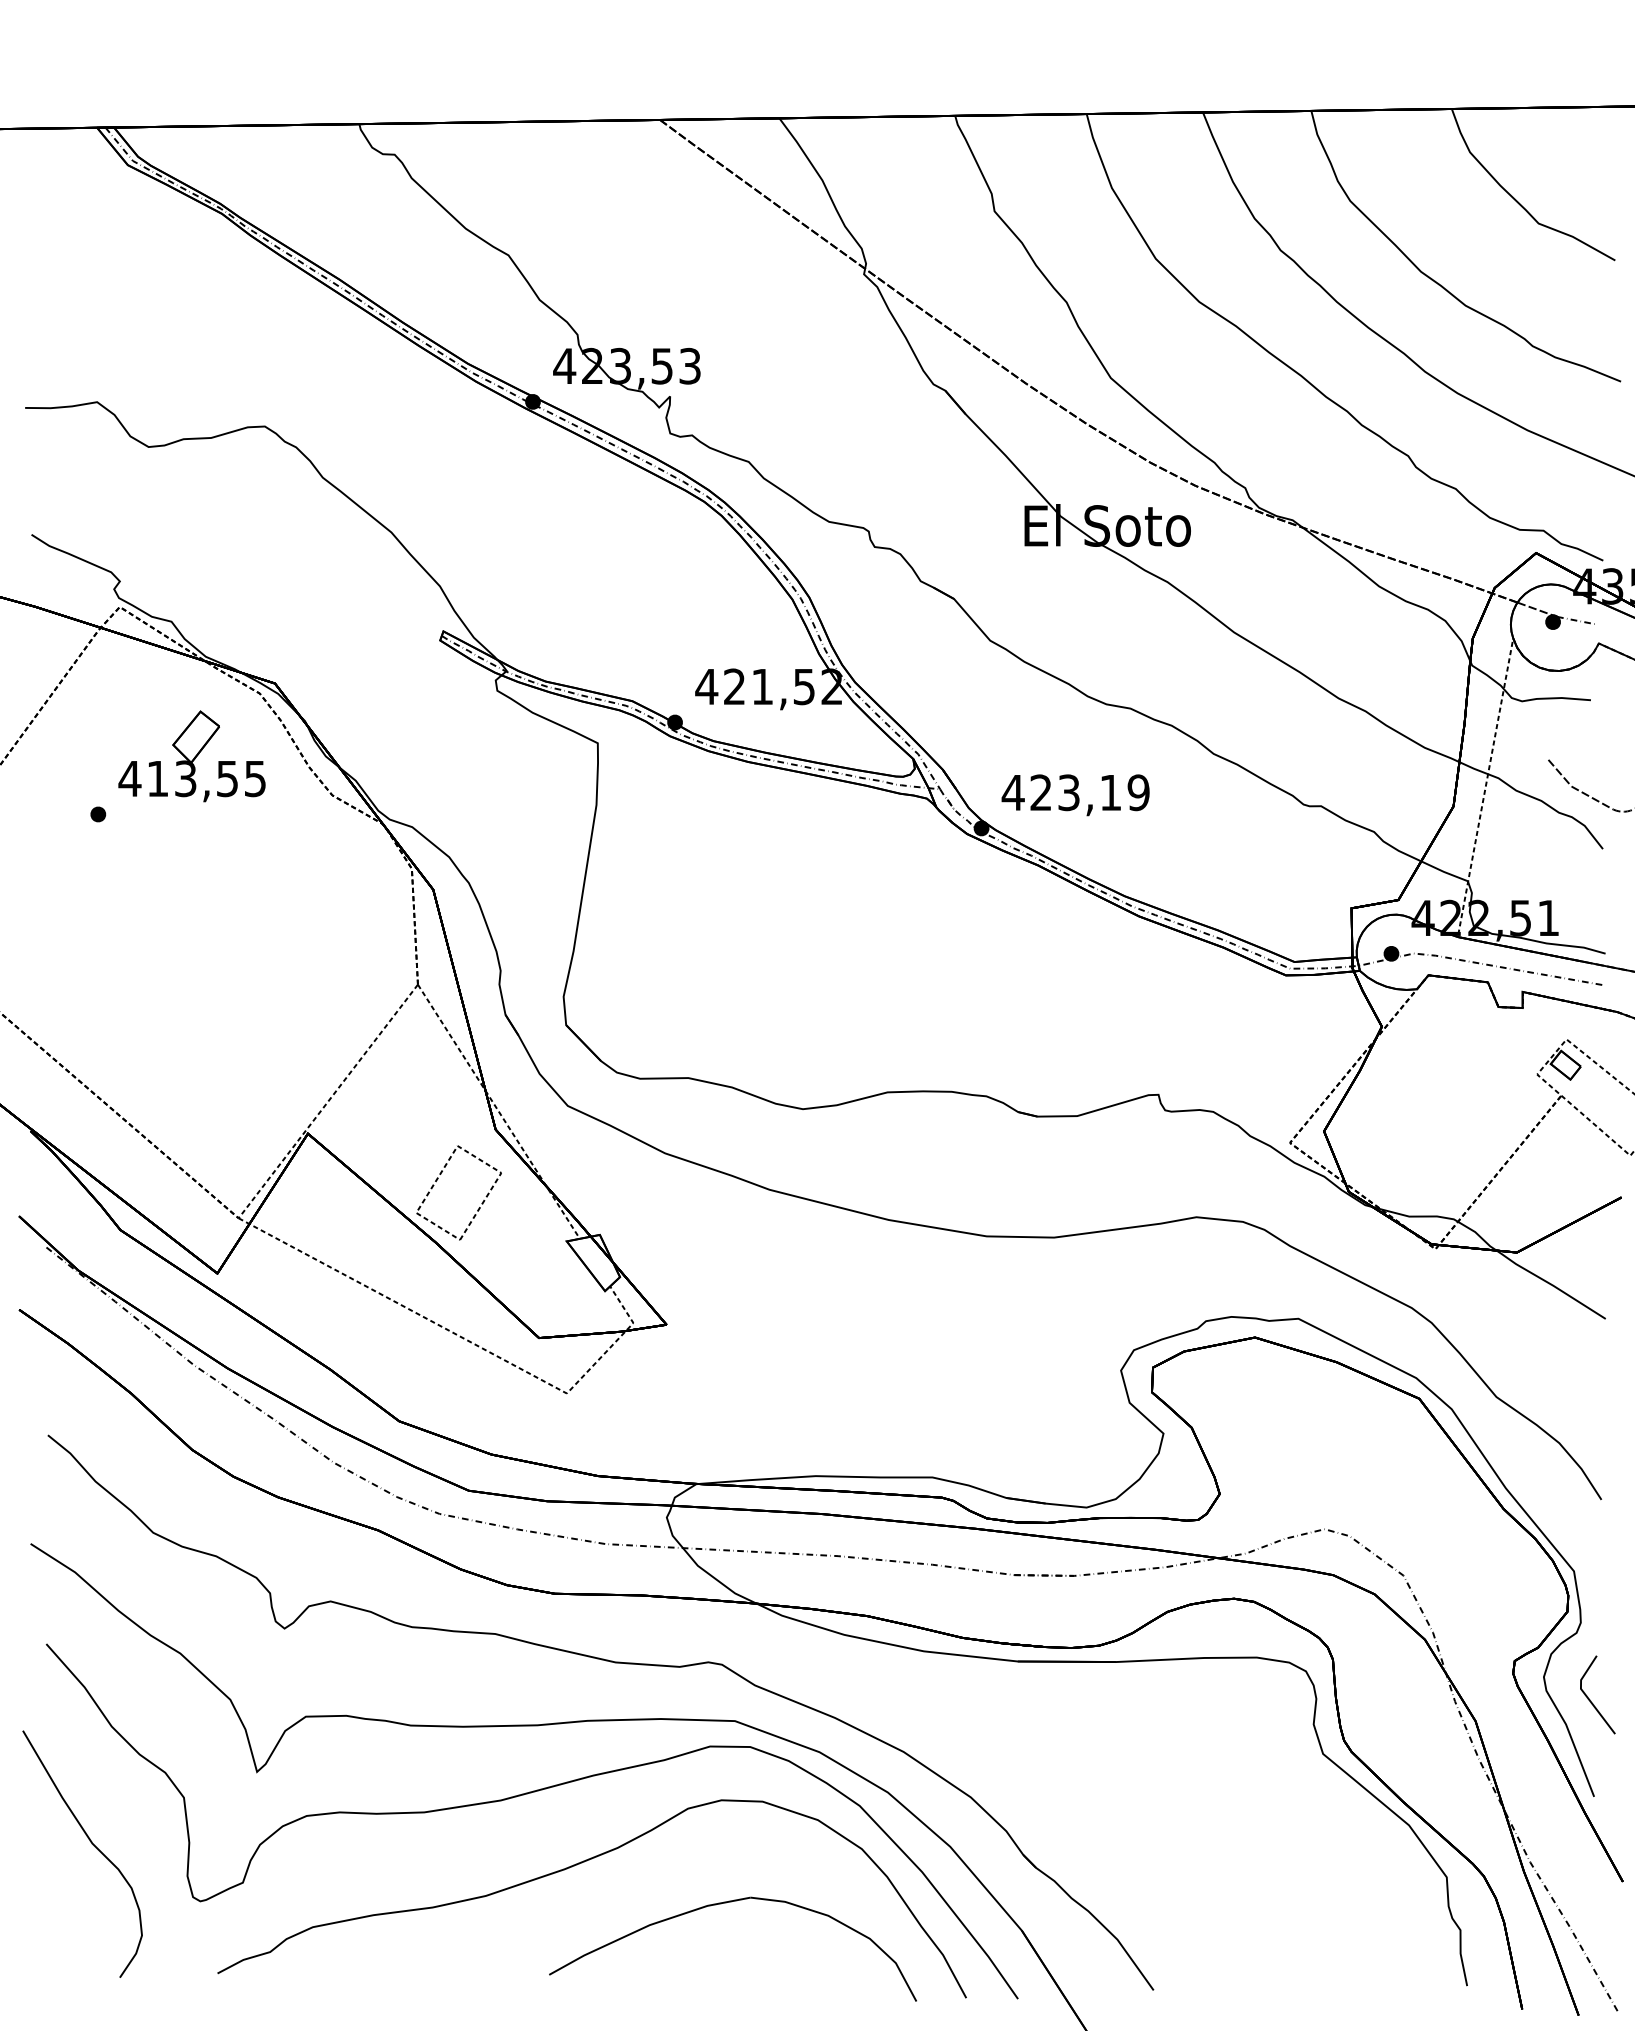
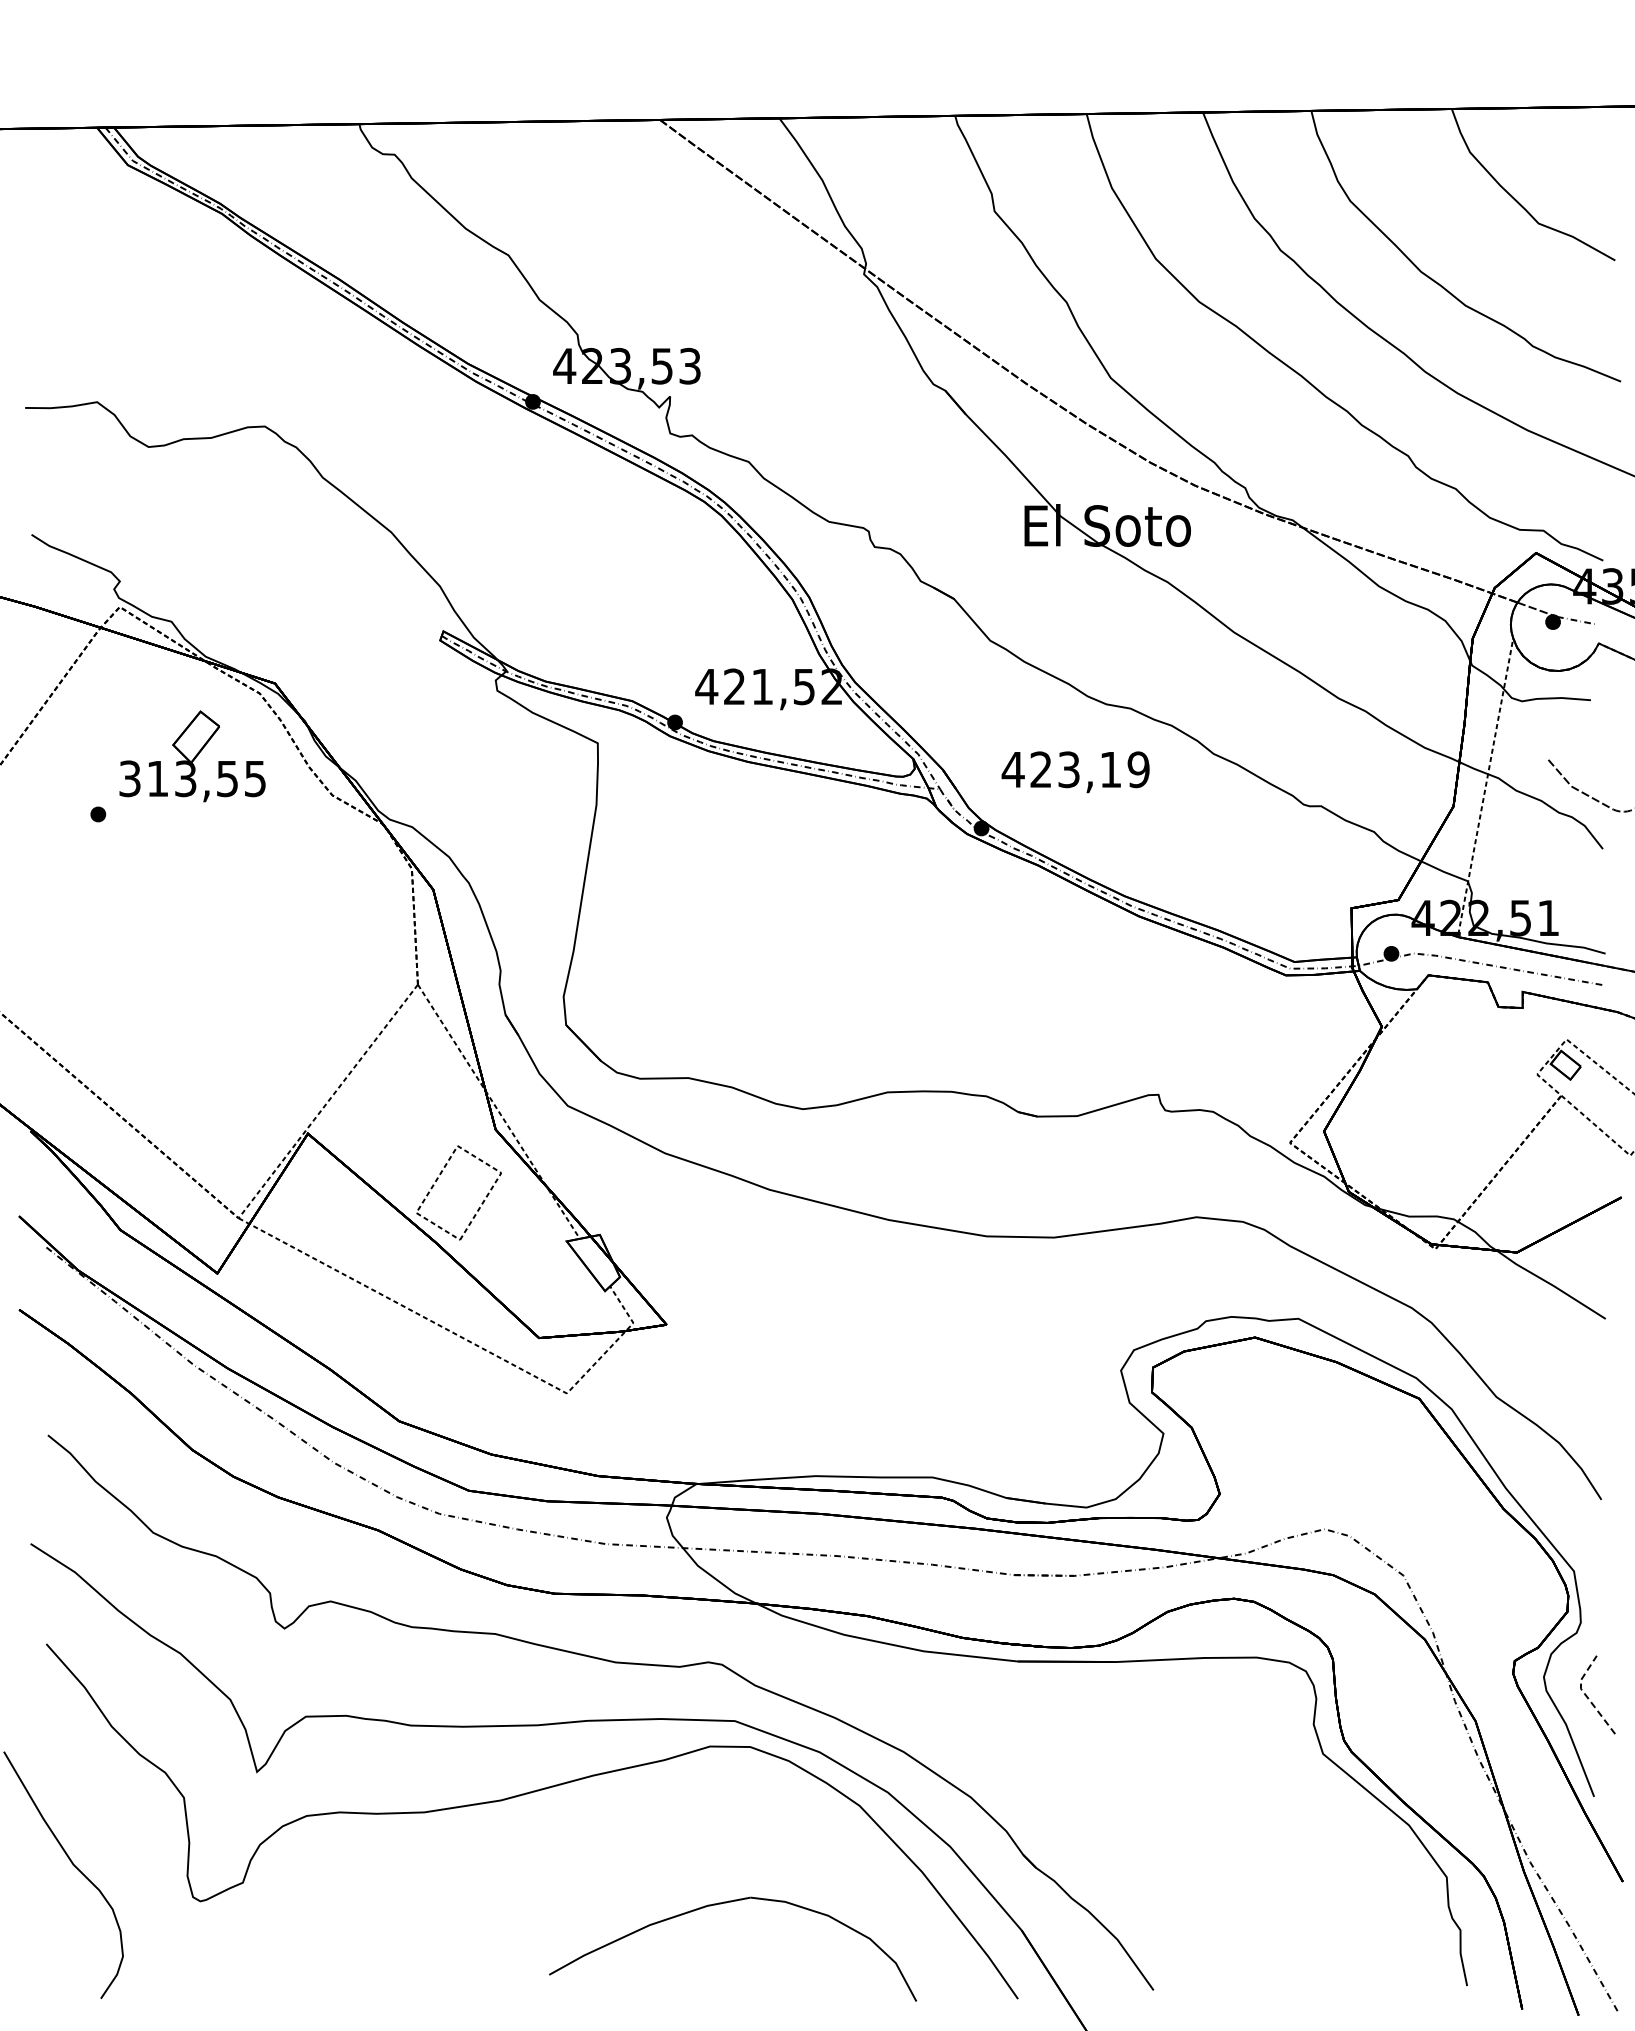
text at (129, 778): 413,55 -> 313,55
text at (1075, 795) position: (1075, 795) -> (1075, 772)
line at (1585, 1695): solid -> dashed
curve at (91, 1843) position: (91, 1843) -> (72, 1864)
curve at (577, 1865): present -> none
